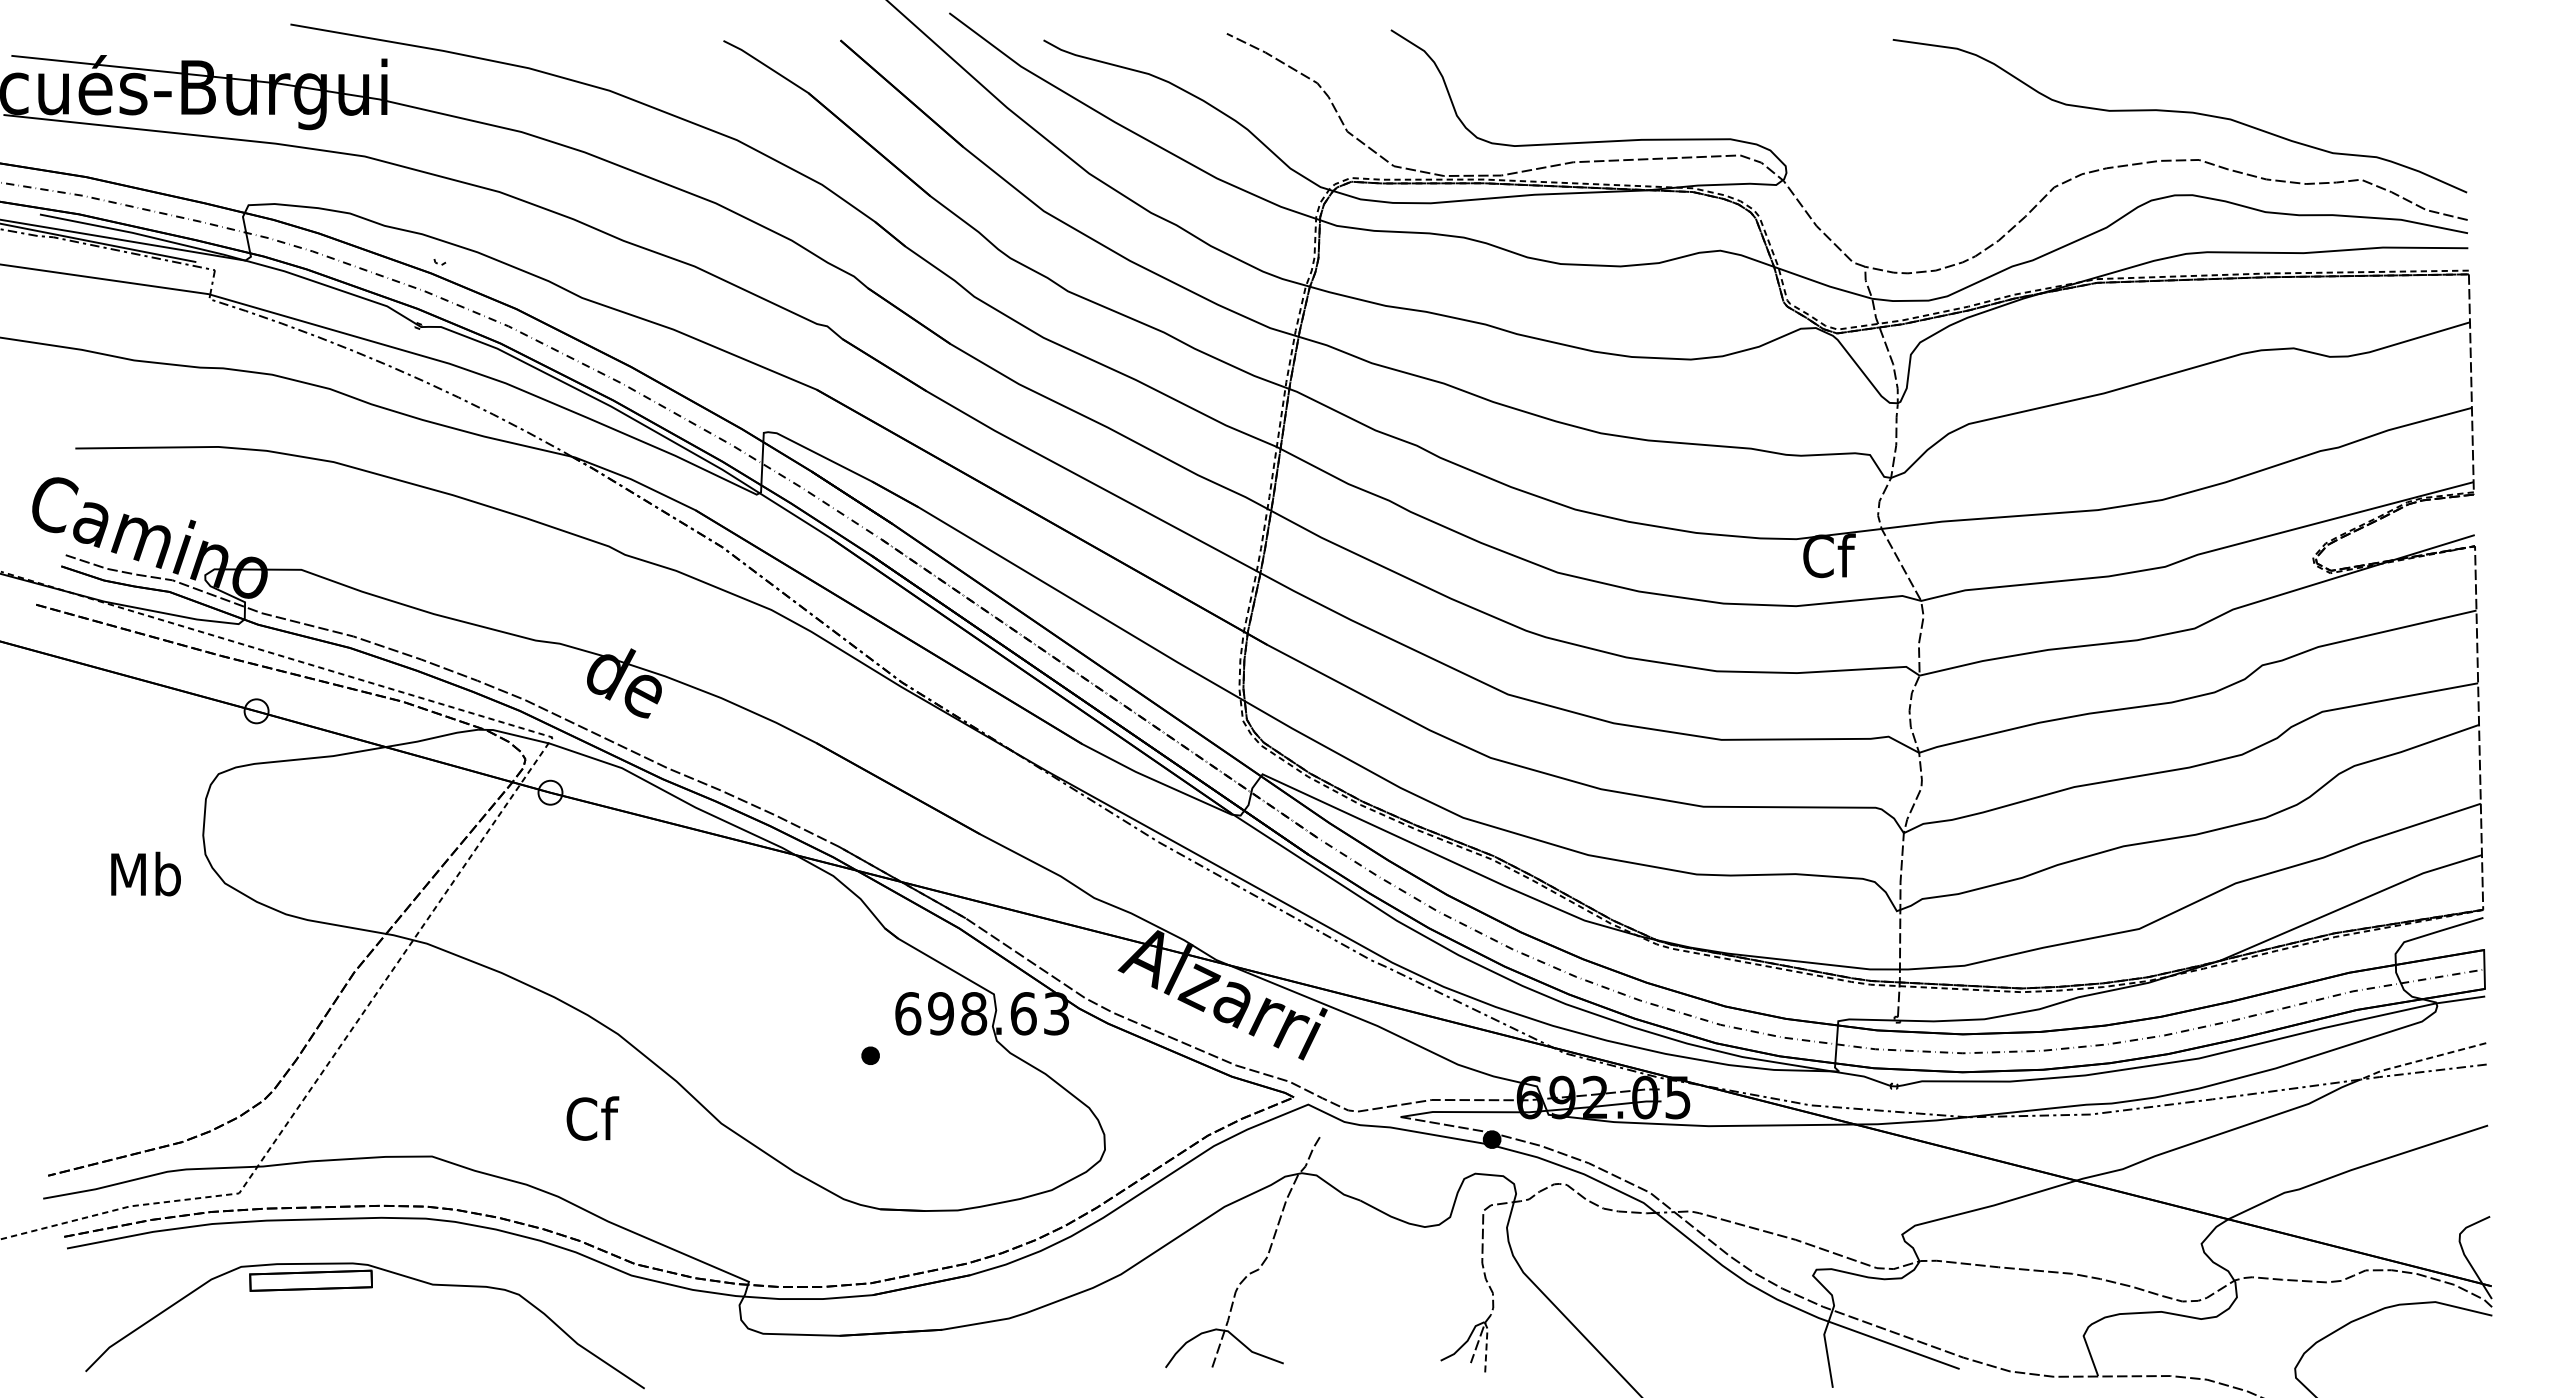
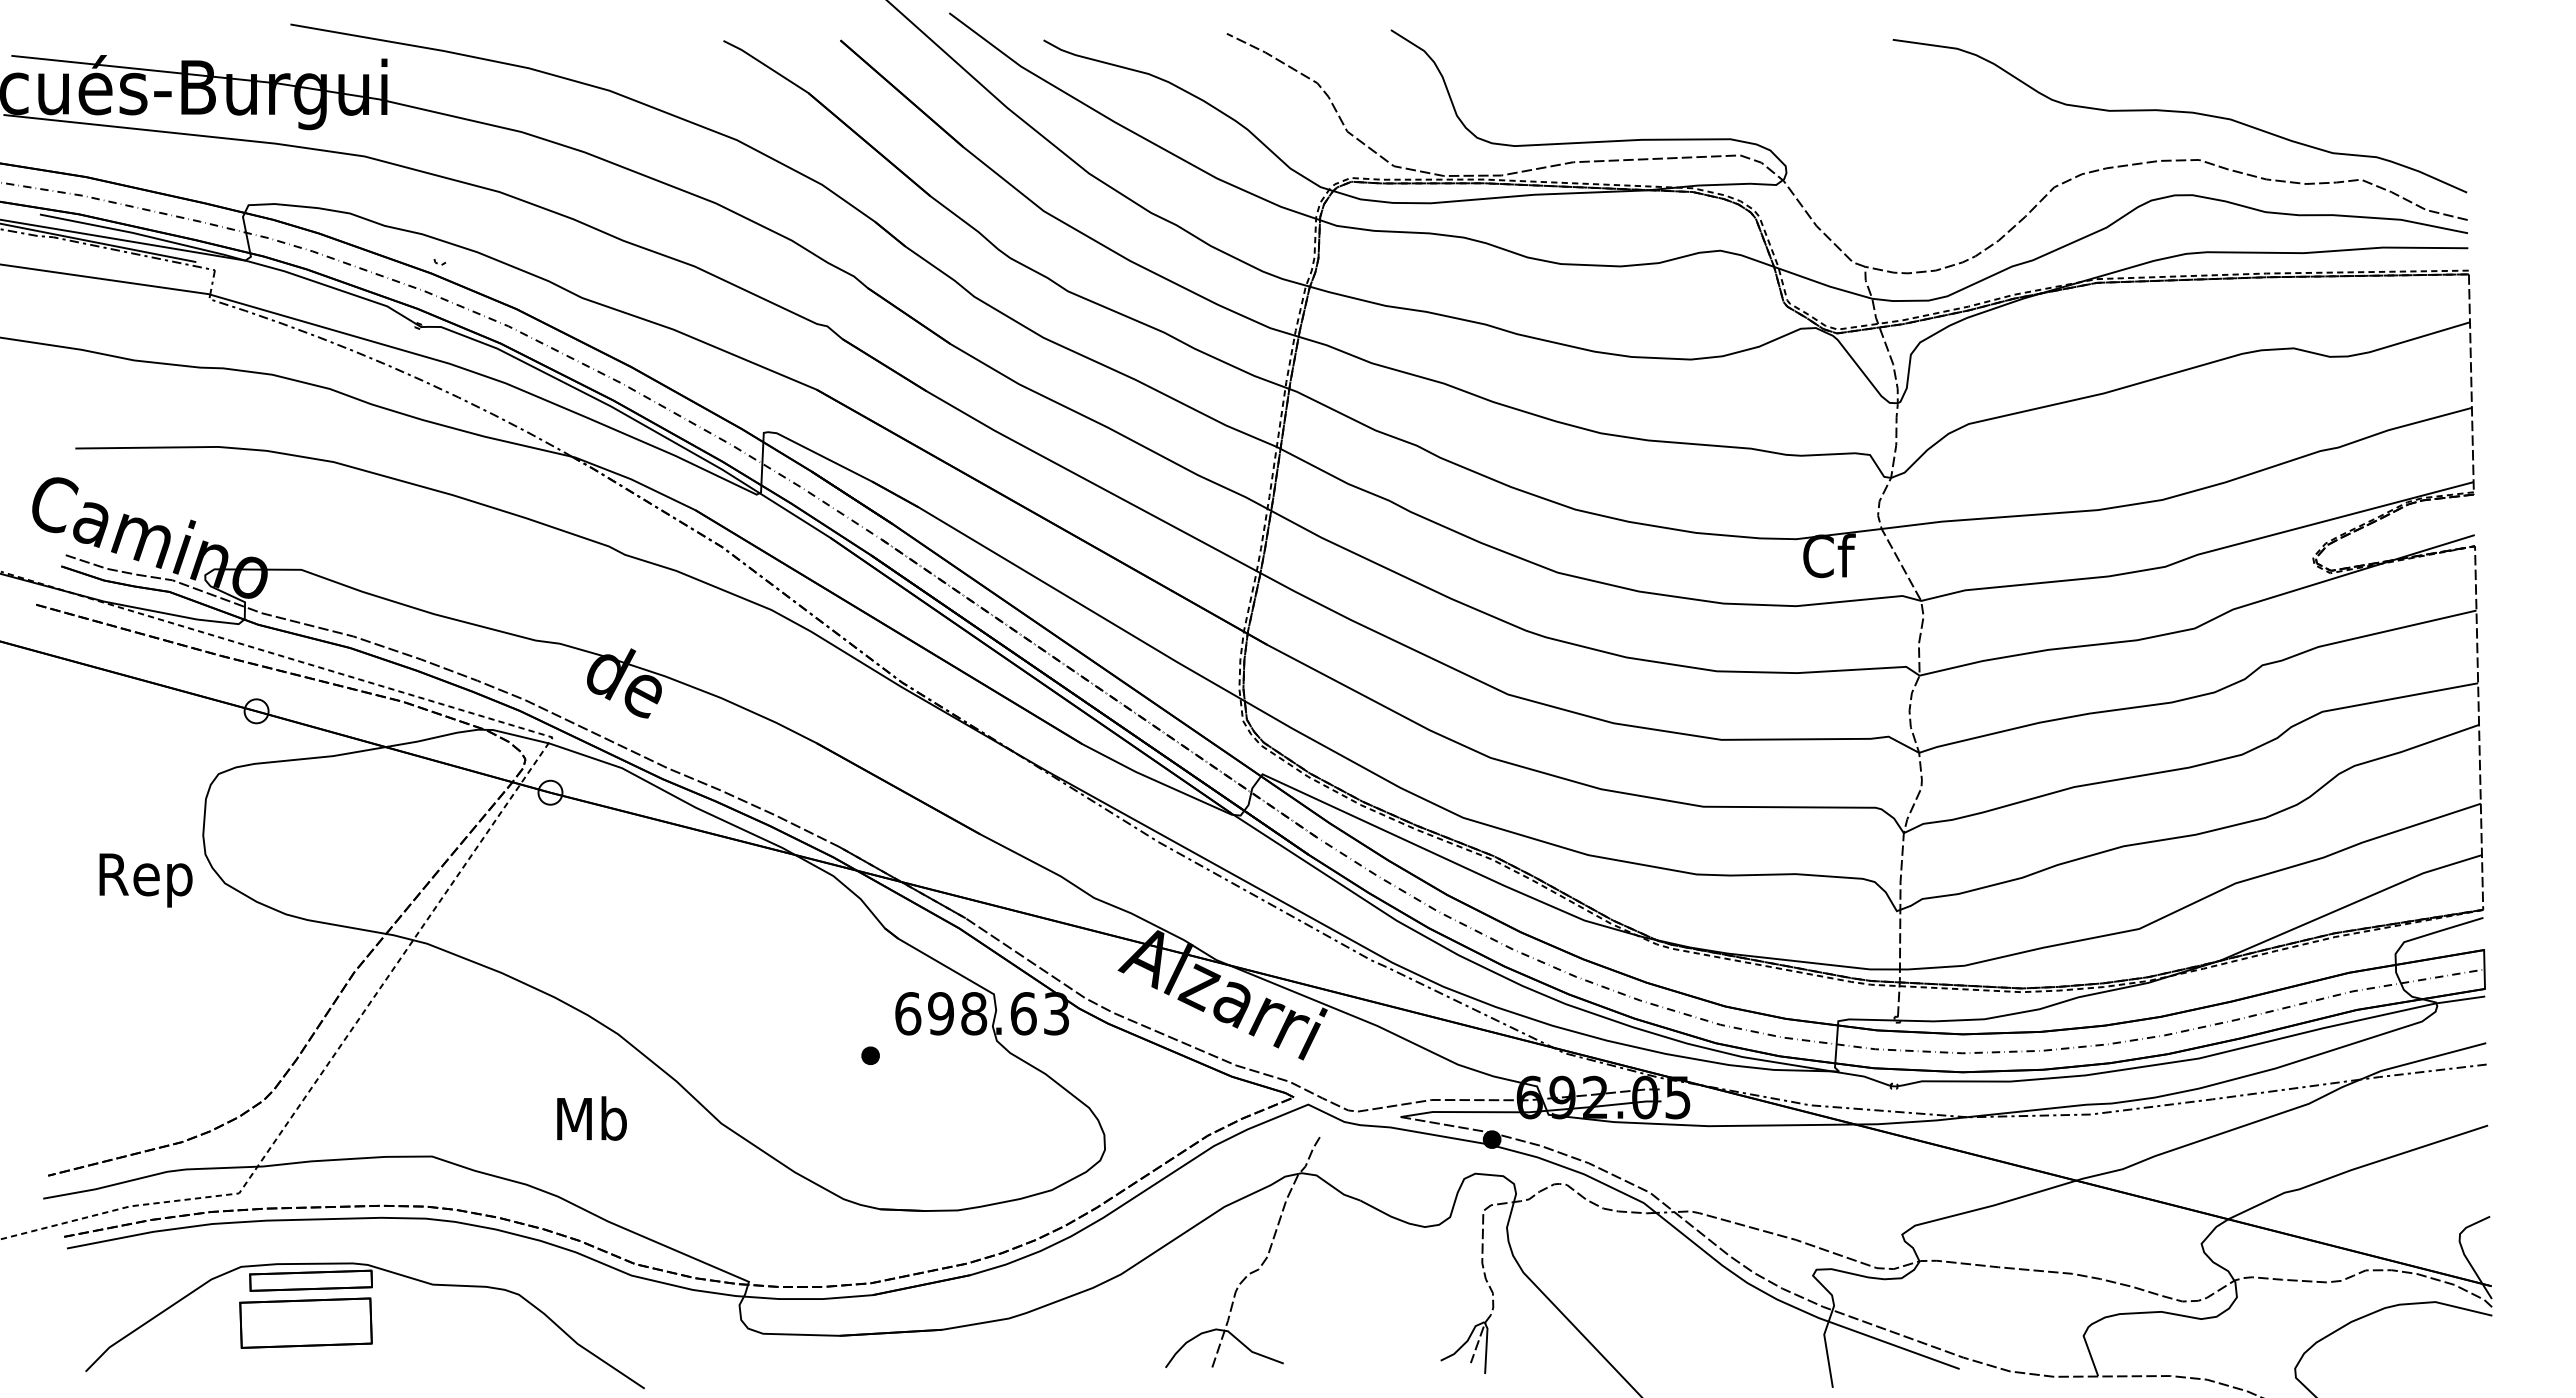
text at (145, 879): Mb -> Rep
line at (2421, 1060): dashed -> solid
text at (591, 1118): Cf -> Mb
part at (305, 1322): none -> present
line at (1486, 1347): dashed -> solid
